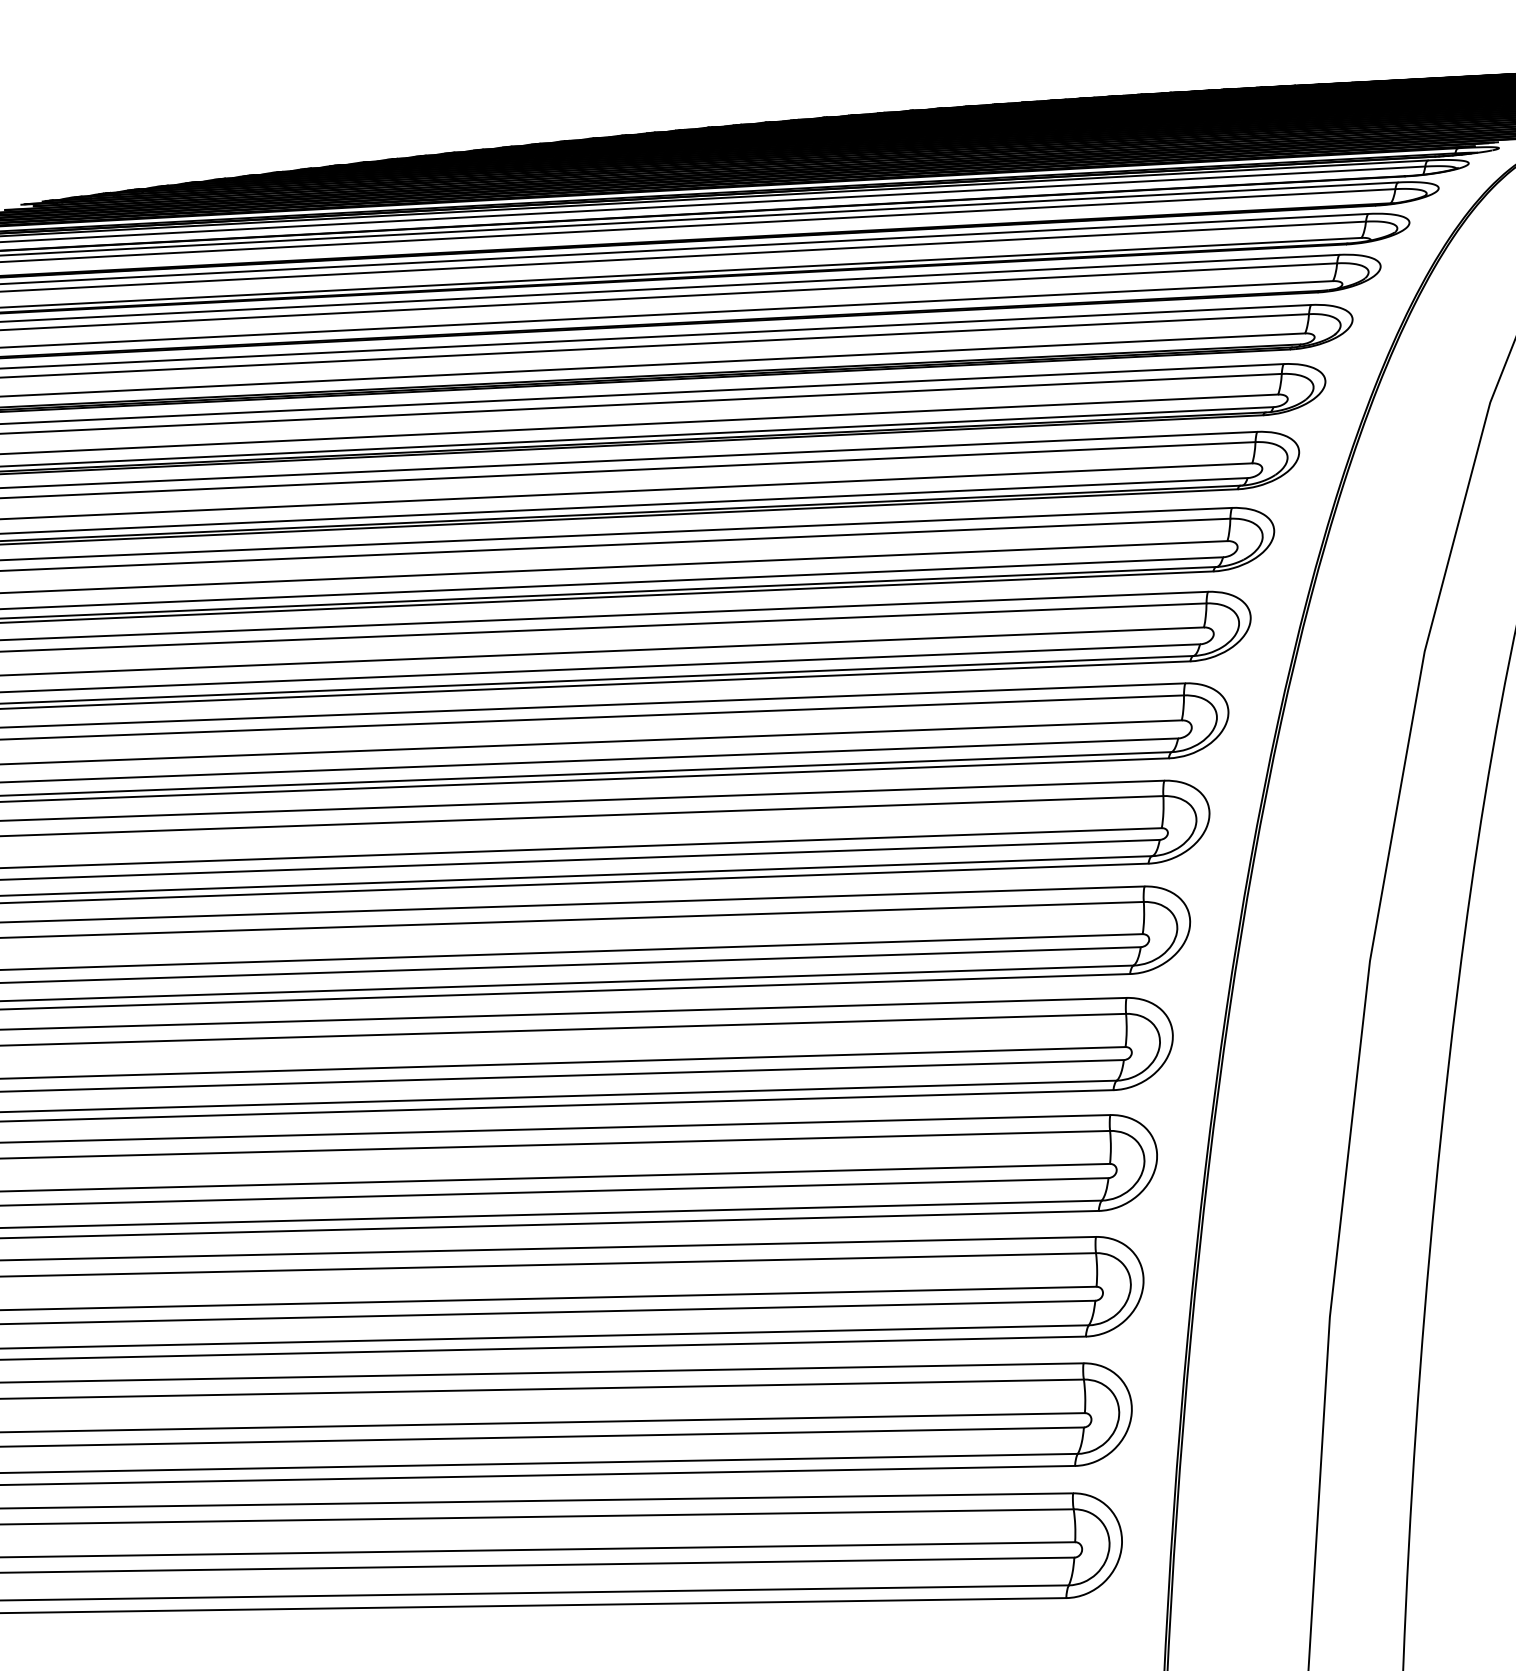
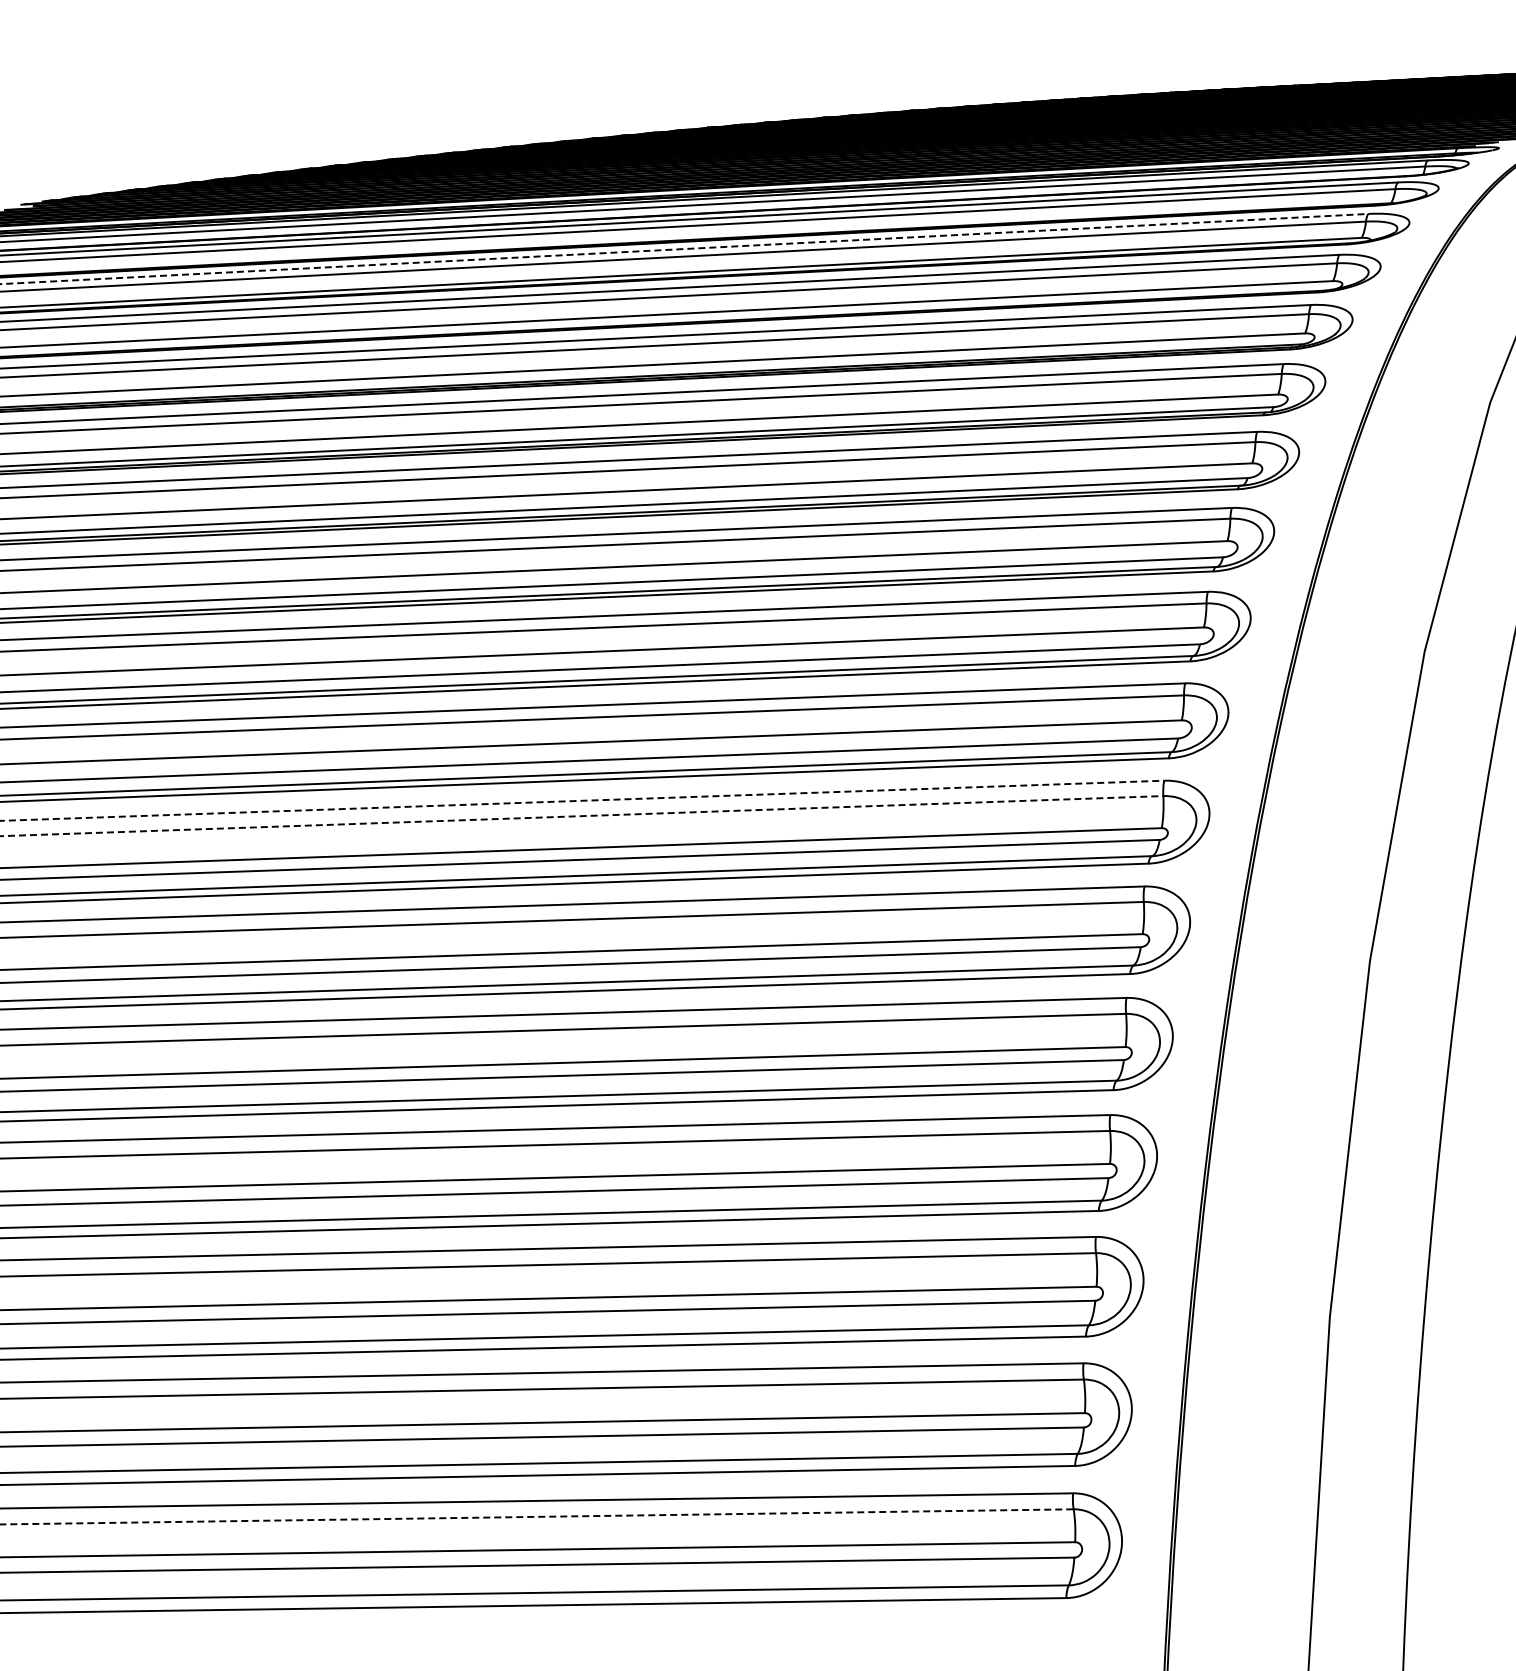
line at (684, 249): solid -> dashed
line at (582, 800): solid -> dashed
line at (582, 816): solid -> dashed
line at (536, 1516): solid -> dashed
